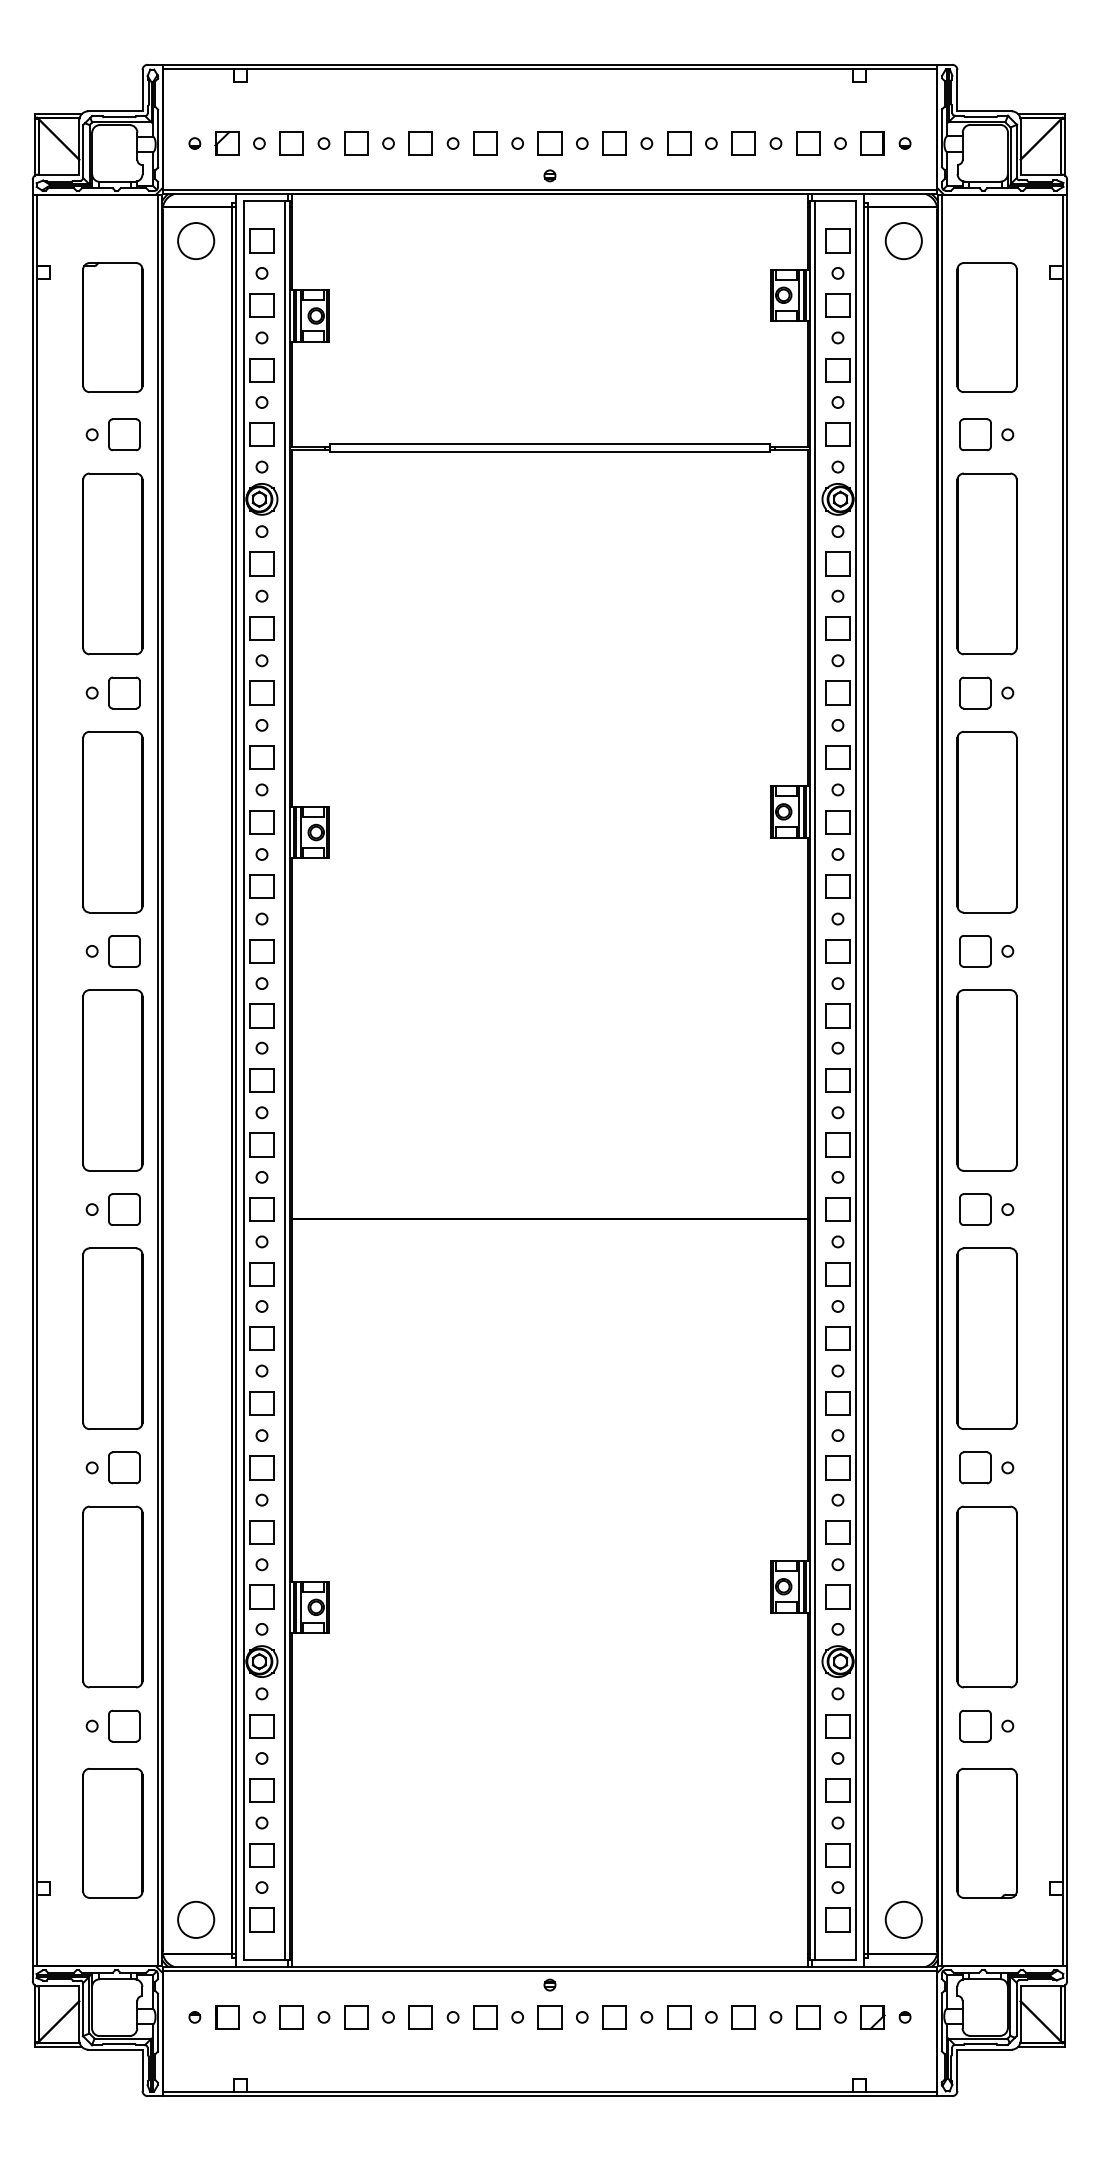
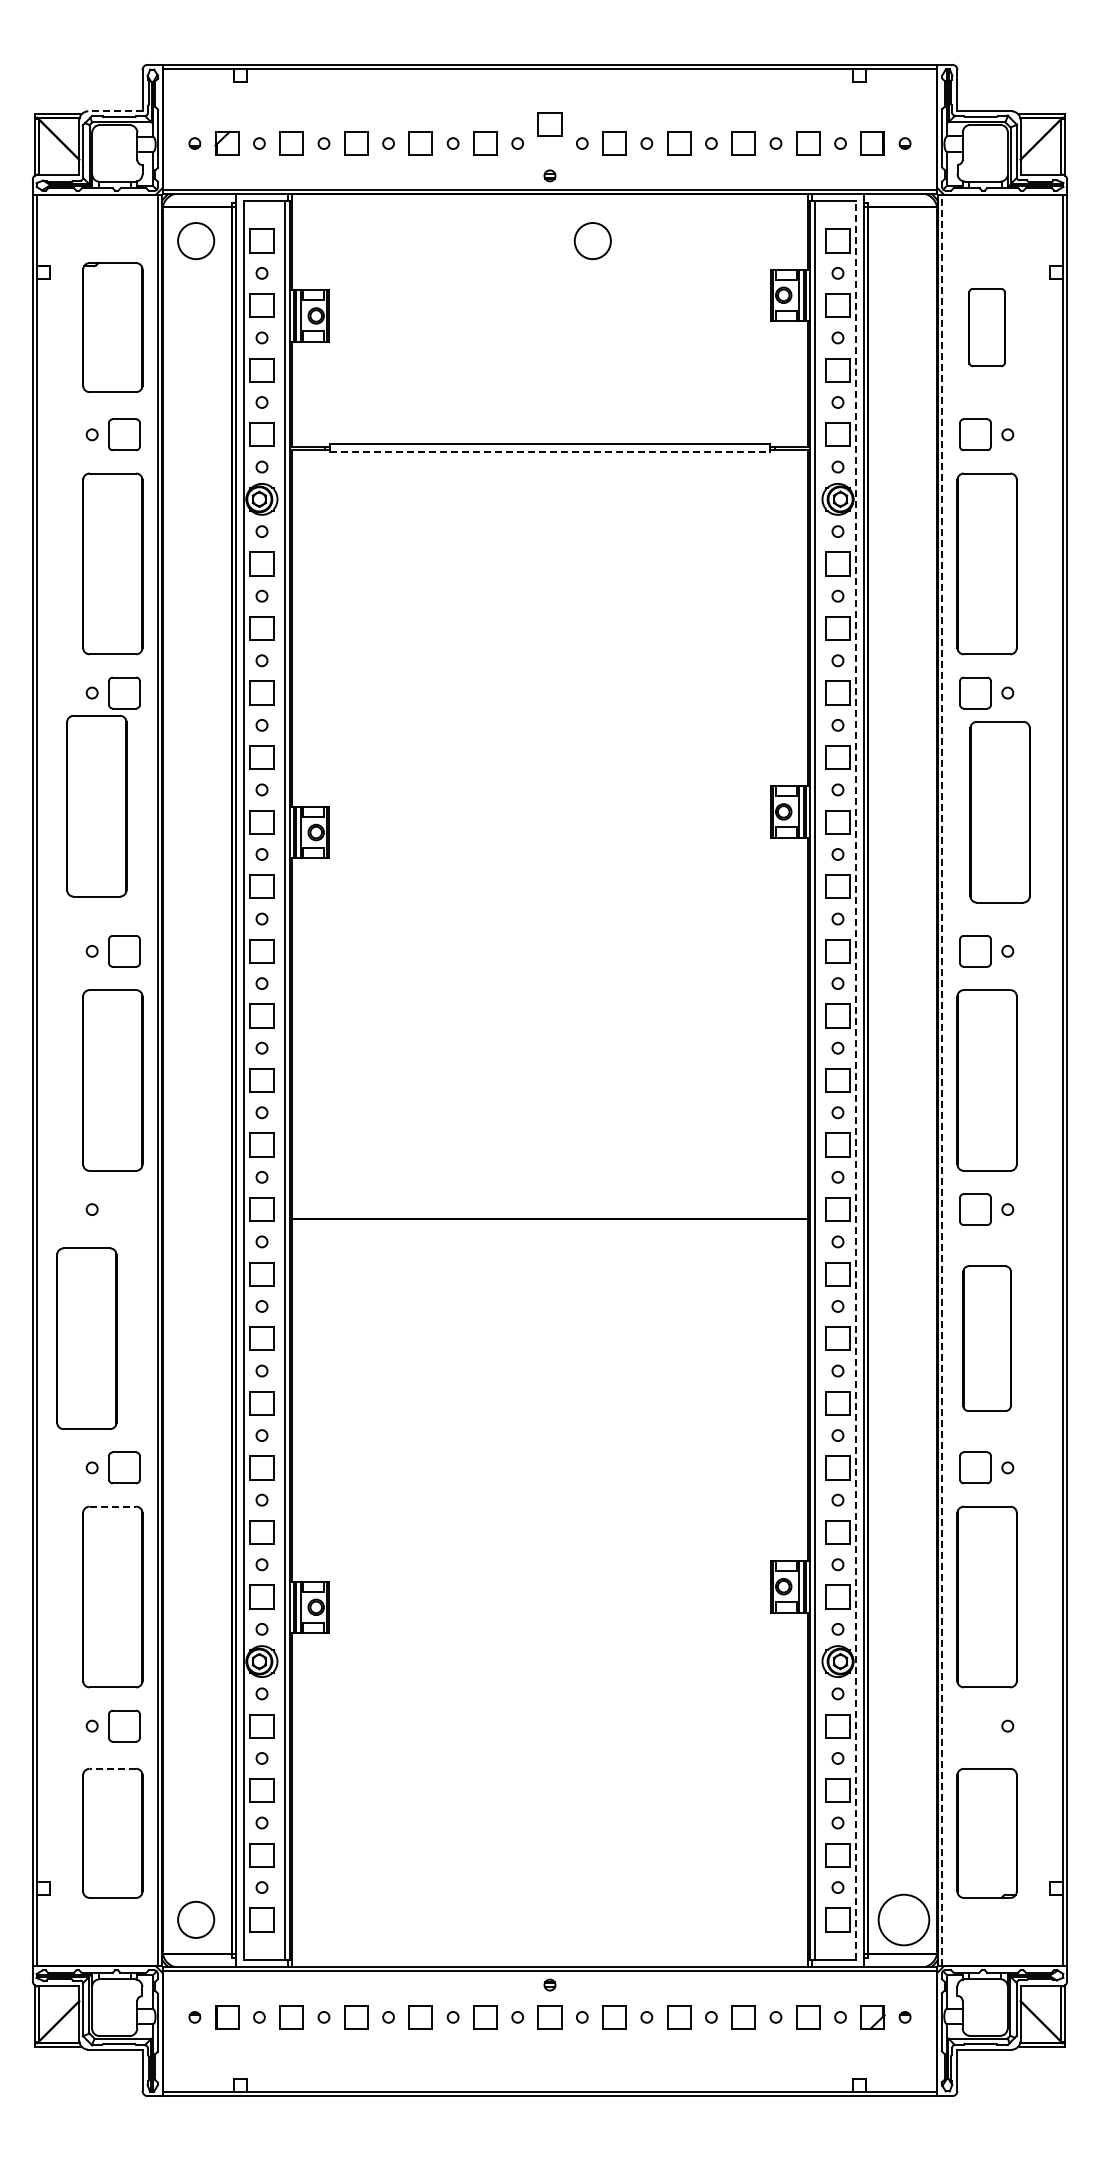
line at (114, 111): solid -> dashed
part at (549, 143) position: (549, 143) -> (549, 124)
circle at (903, 241) position: (903, 241) -> (592, 241)
part at (986, 327) size: 62x131 px -> 38x80 px
line at (549, 452): solid -> dashed
part at (112, 822) position: (112, 822) -> (96, 806)
part at (986, 822) position: (986, 822) -> (999, 812)
line at (856, 1080): solid -> dashed
line at (942, 1080): solid -> dashed
part at (124, 1209): present -> none
part at (112, 1338) position: (112, 1338) -> (86, 1338)
part at (986, 1338) size: 62x183 px -> 50x147 px
line at (113, 1506): solid -> dashed
part at (975, 1725): present -> none
line at (112, 1768): solid -> dashed
circle at (903, 1919) size: 39x39 px -> 54x54 px
